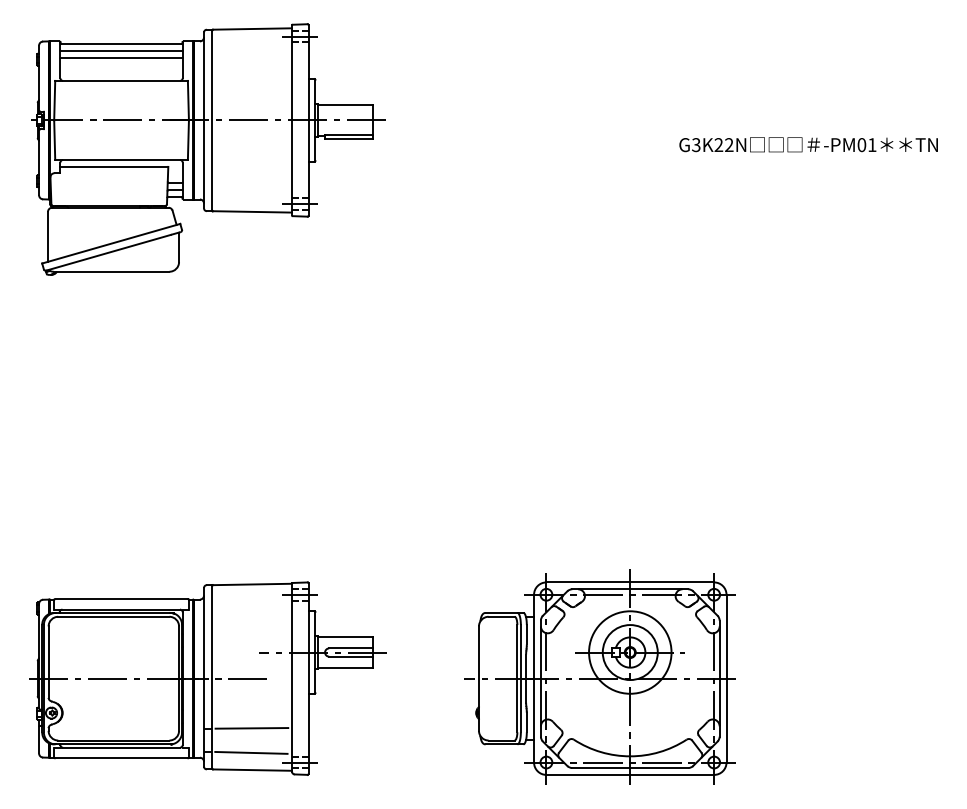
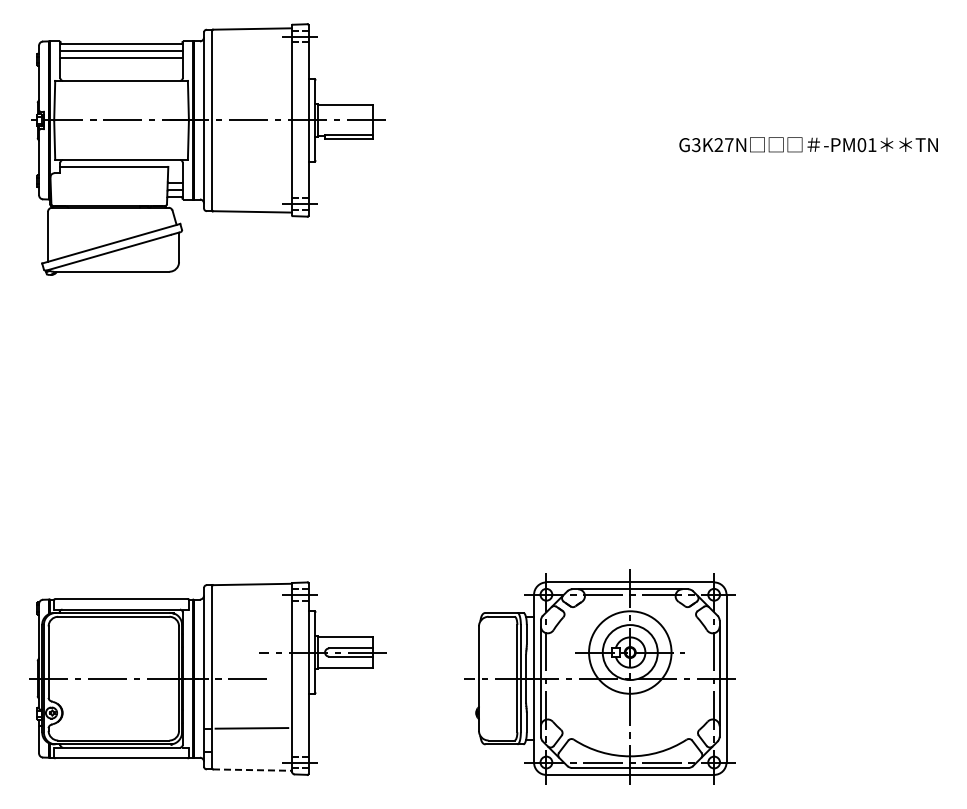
text at (729, 144): G3K22N -> G3K27N
line at (251, 752): present -> none
line at (252, 770): solid -> dashed
